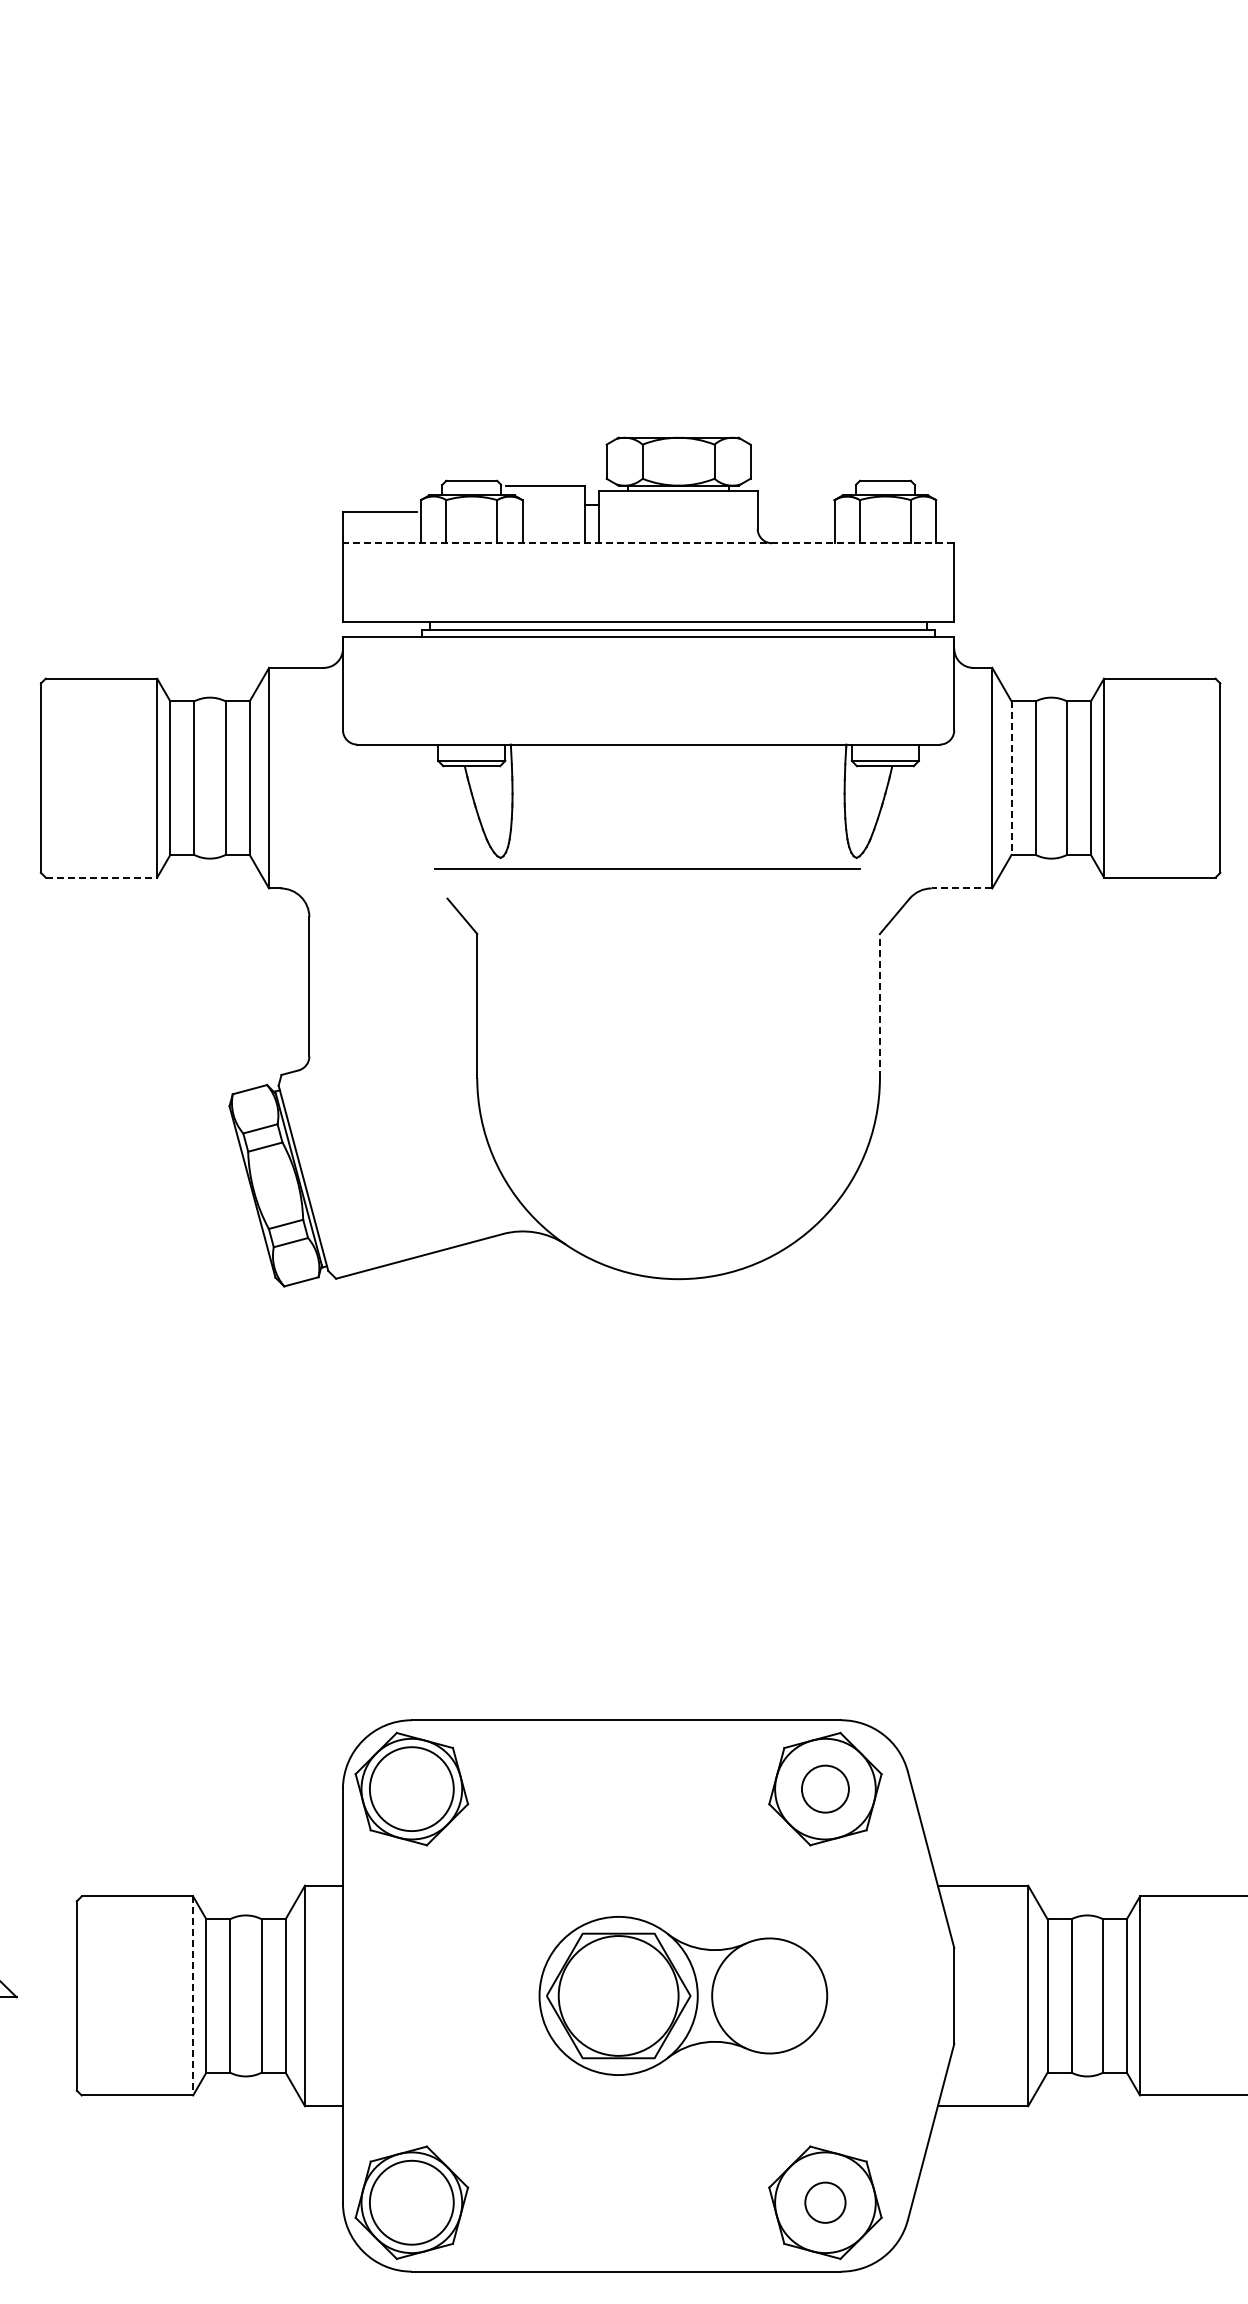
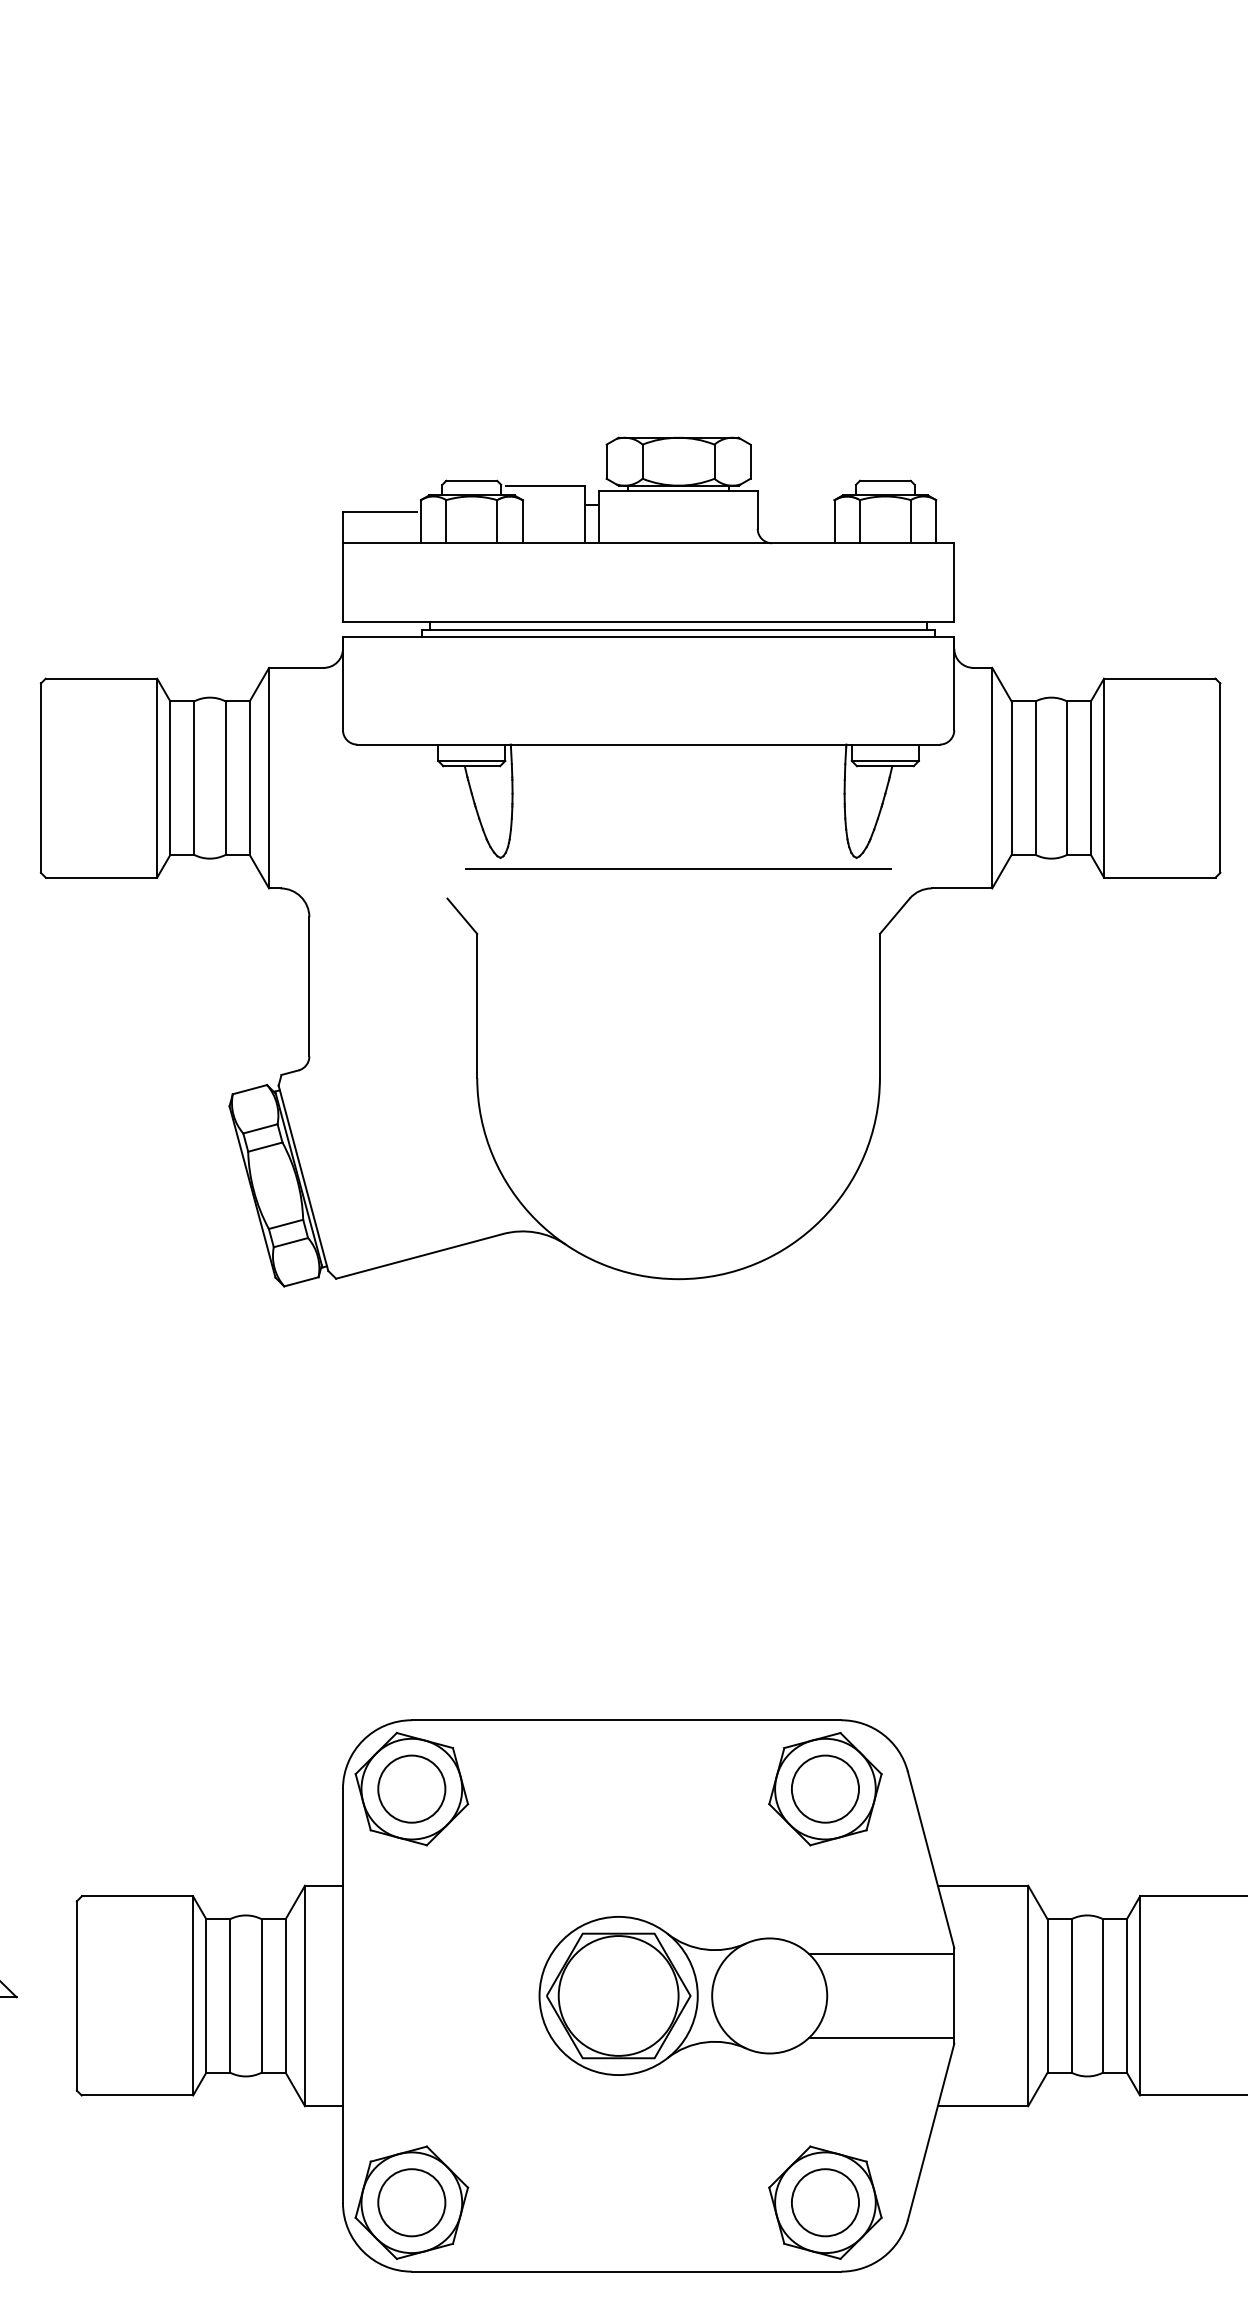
line at (648, 543): dashed -> solid
line at (1011, 778): dashed -> solid
line at (647, 868) position: (647, 868) -> (678, 868)
line at (101, 877): dashed -> solid
line at (961, 888): dashed -> solid
line at (879, 1005): dashed -> solid
circle at (824, 1788) diameter: 47 px -> 67 px
circle at (411, 1789) diameter: 84 px -> 67 px
line at (881, 1954): none -> present
line at (193, 1996): dashed -> solid
line at (881, 2037): none -> present
circle at (411, 2202) diameter: 84 px -> 67 px
circle at (825, 2202) diameter: 40 px -> 67 px
